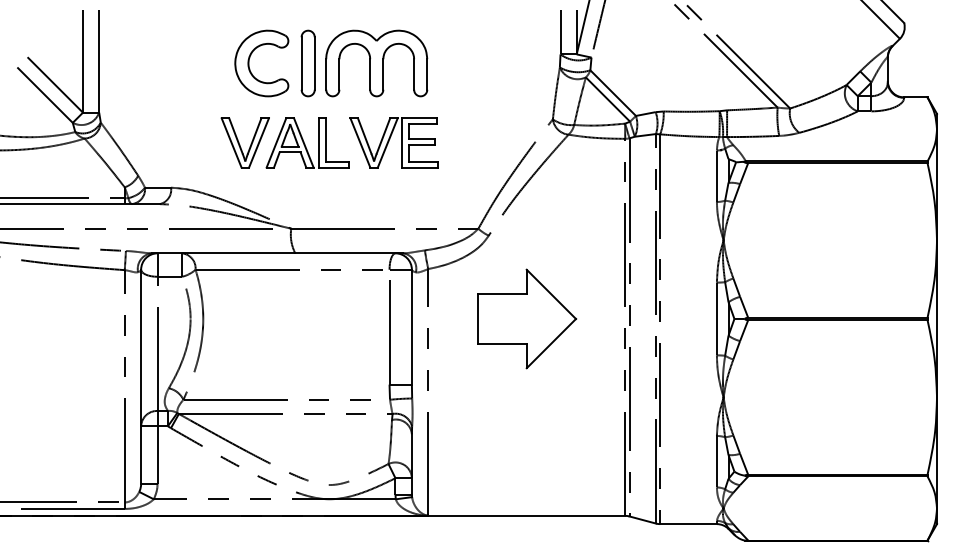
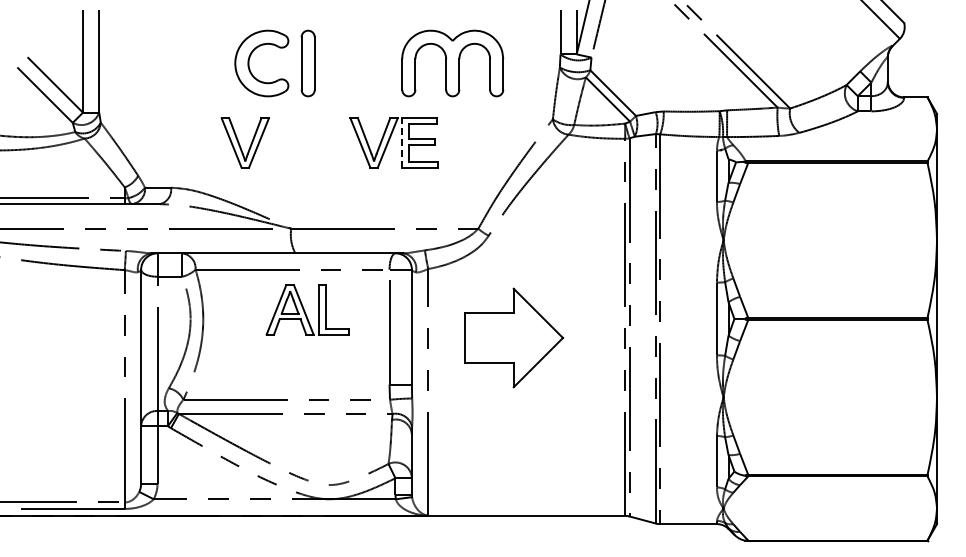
part at (376, 63) position: (376, 63) -> (452, 63)
part at (307, 142) position: (307, 142) -> (307, 309)
line at (402, 142): solid -> dashed
part at (527, 318) position: (527, 318) -> (514, 337)
